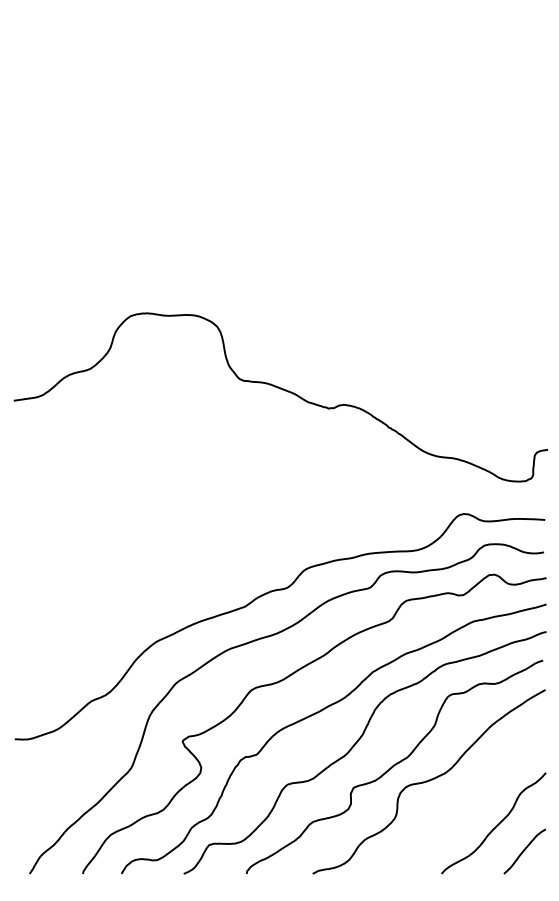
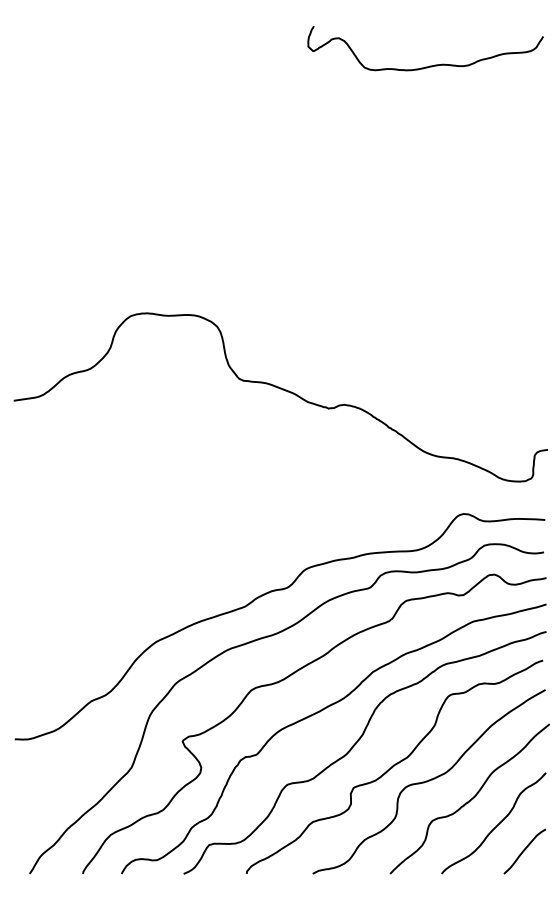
curve at (429, 65): none -> present
curve at (469, 799): none -> present
